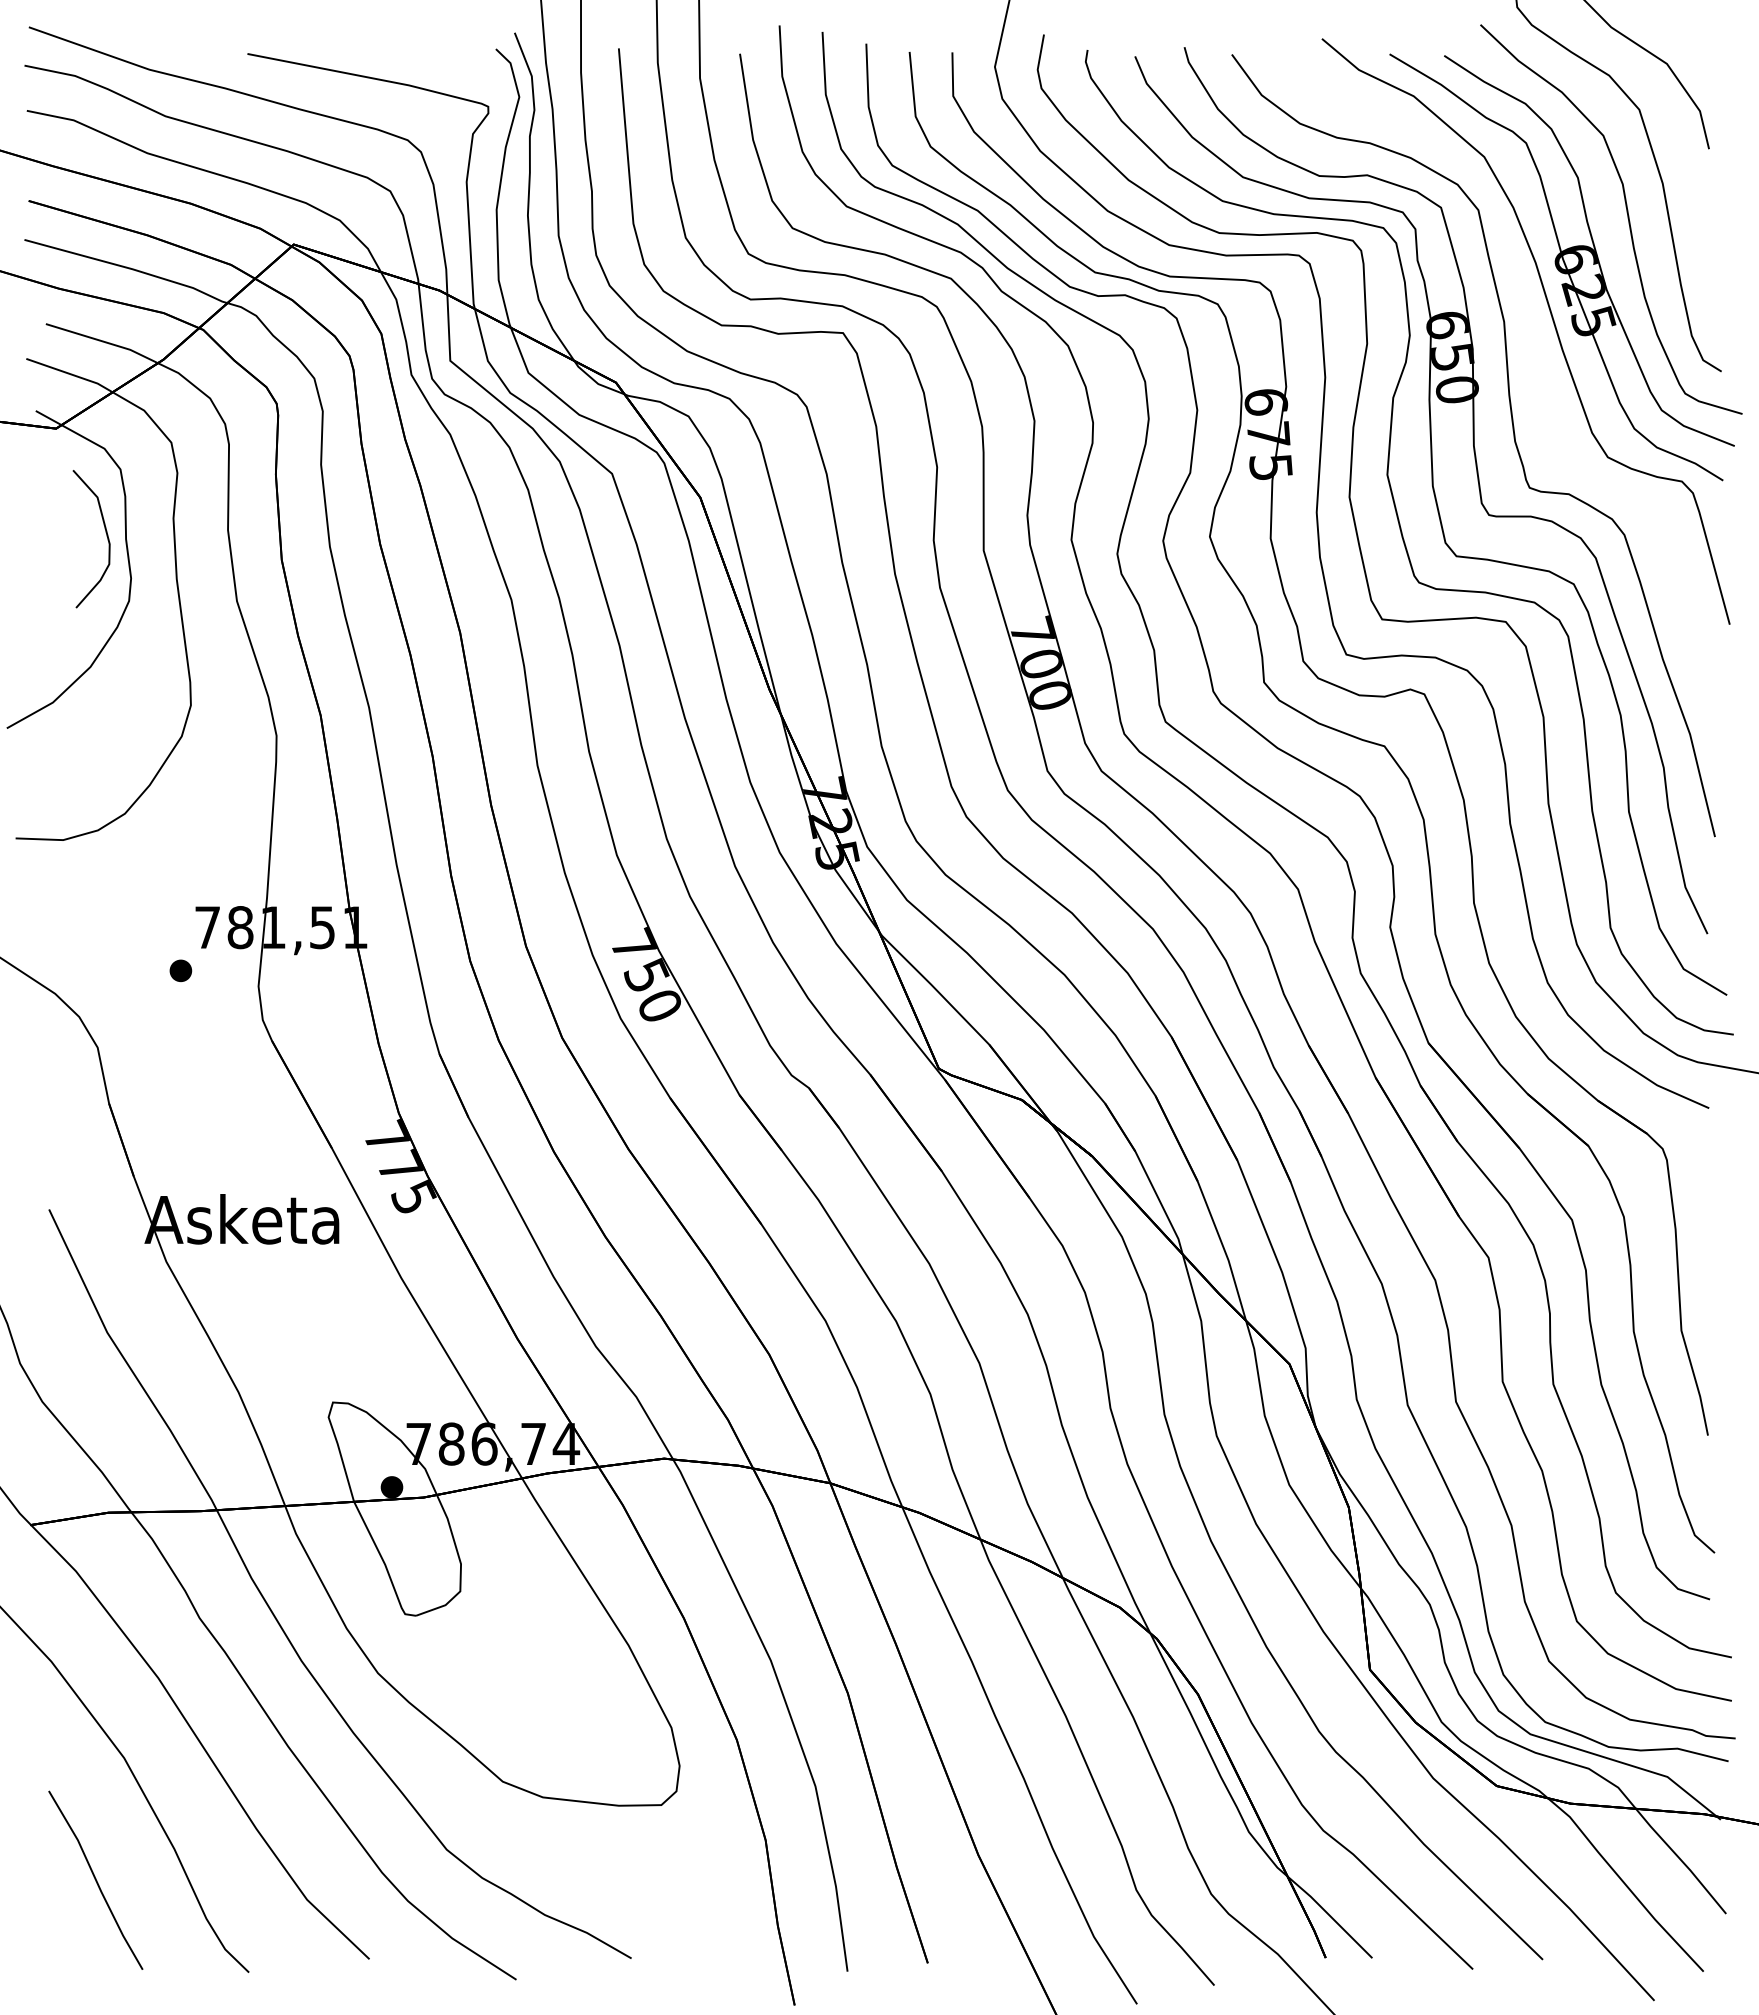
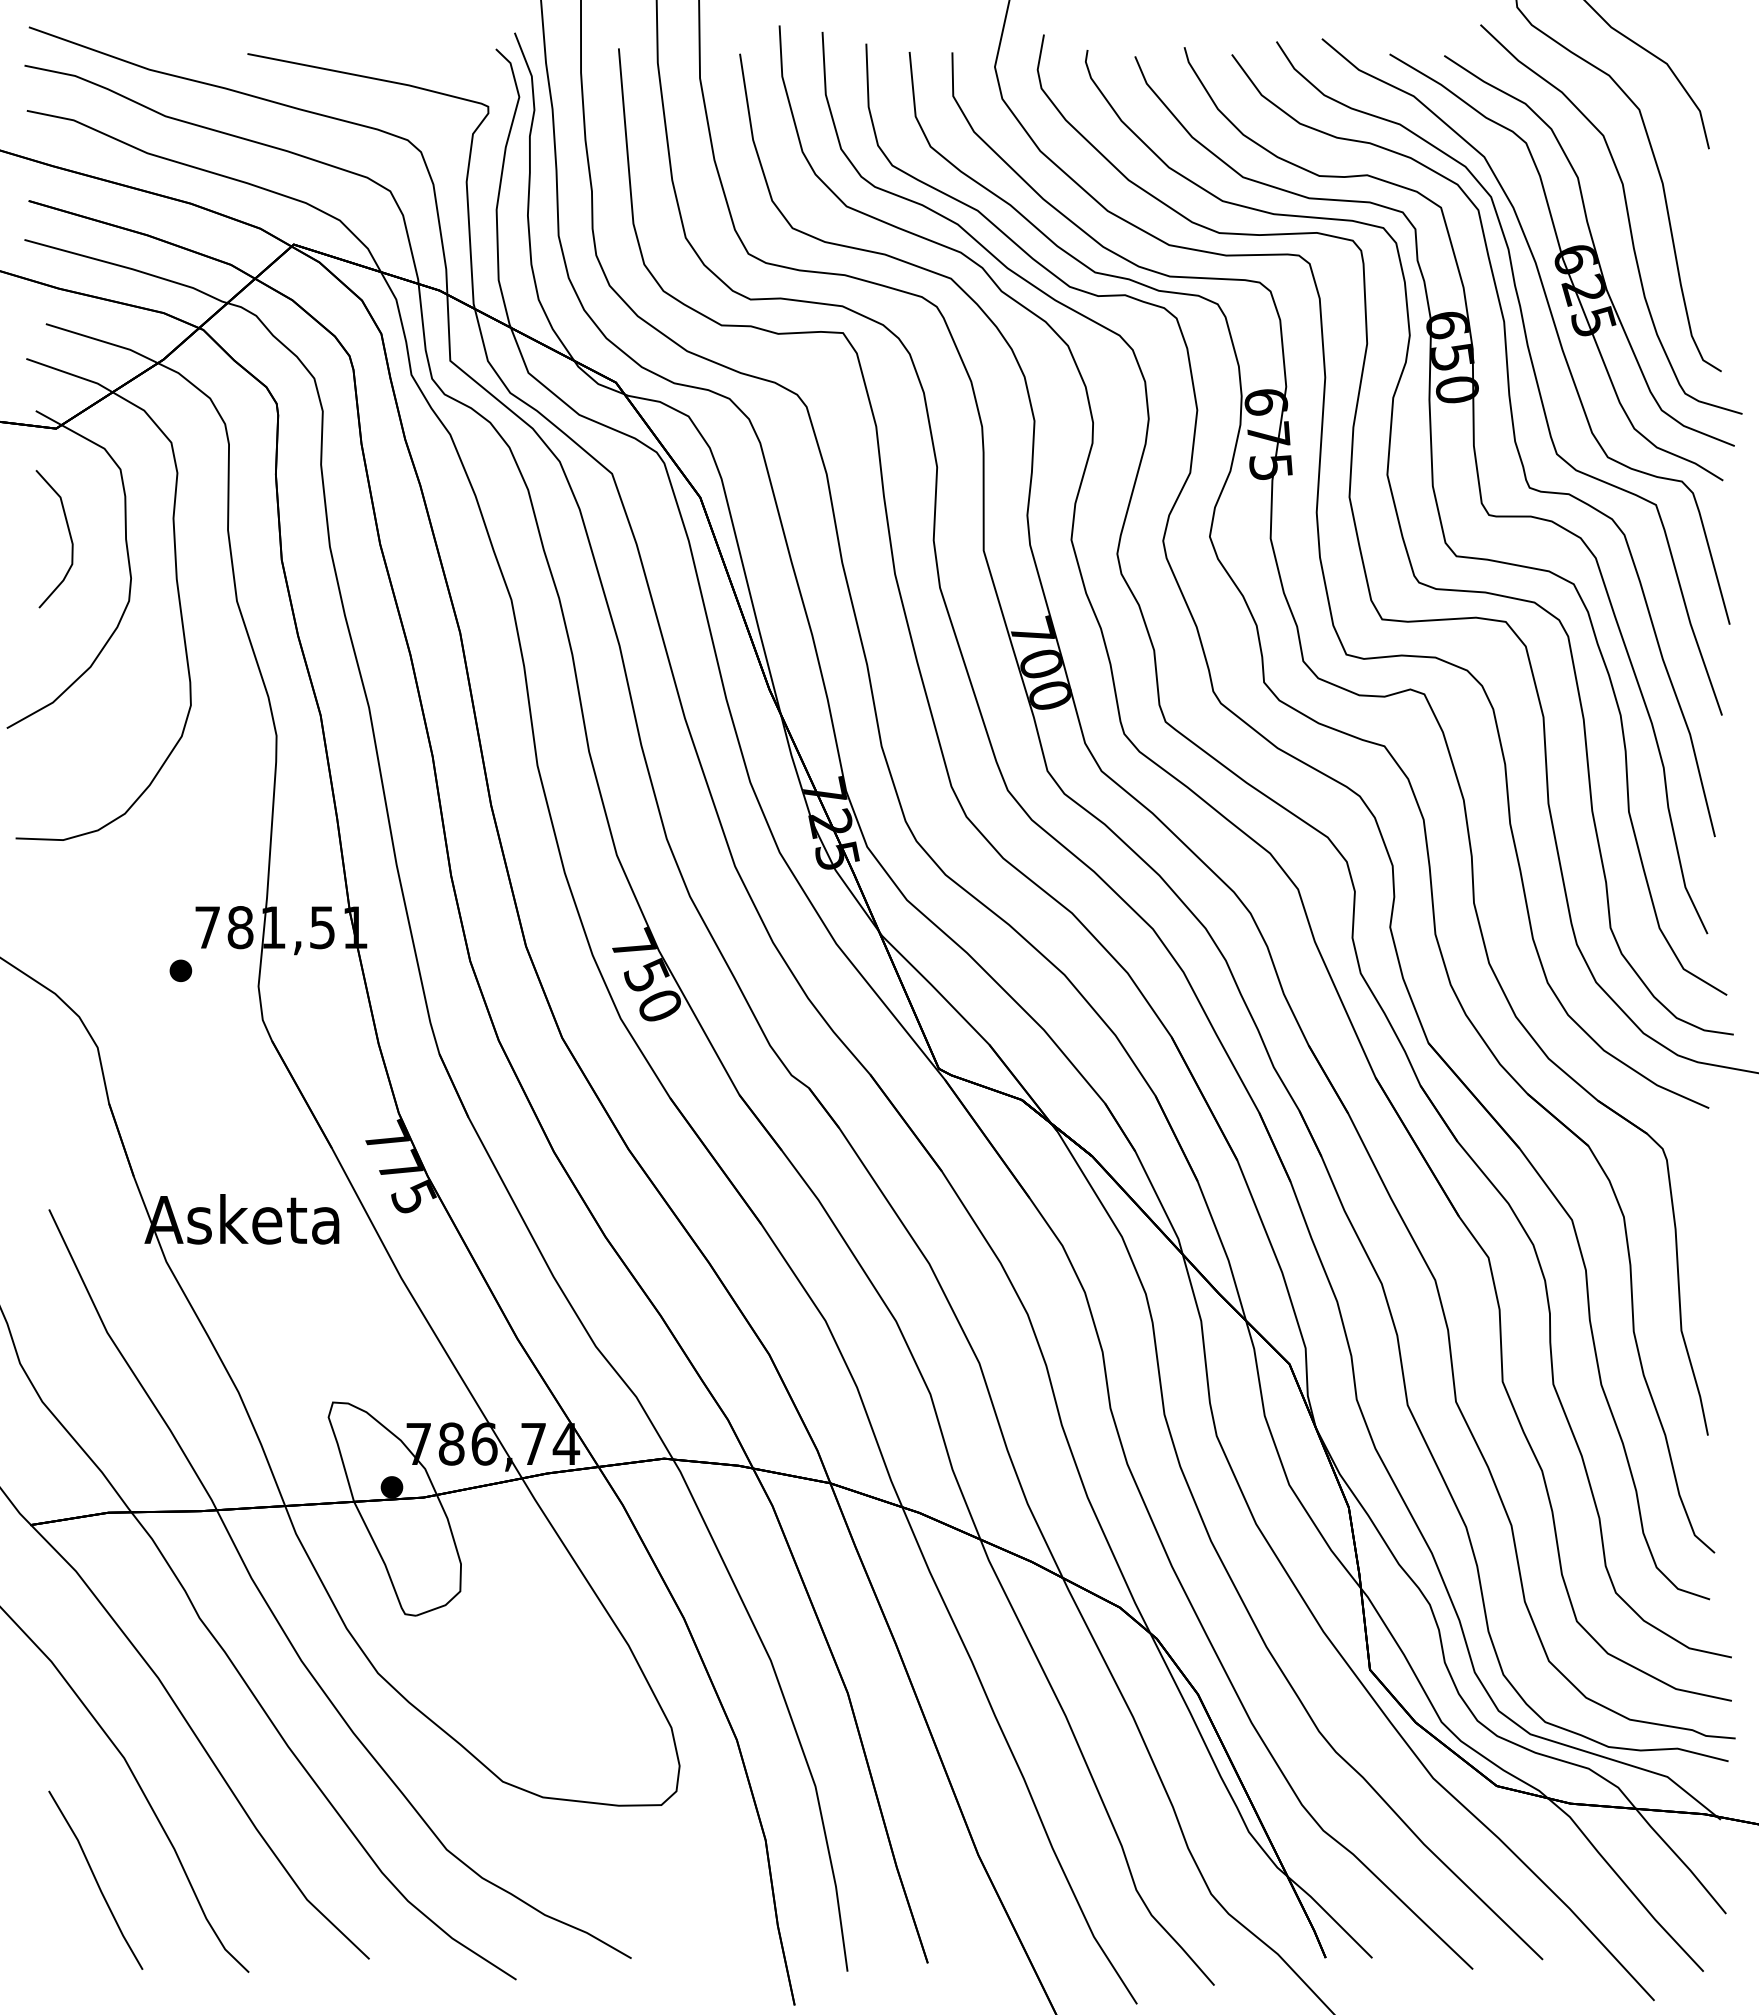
part at (1532, 369): none -> present
curve at (106, 536) position: (106, 536) -> (69, 536)
